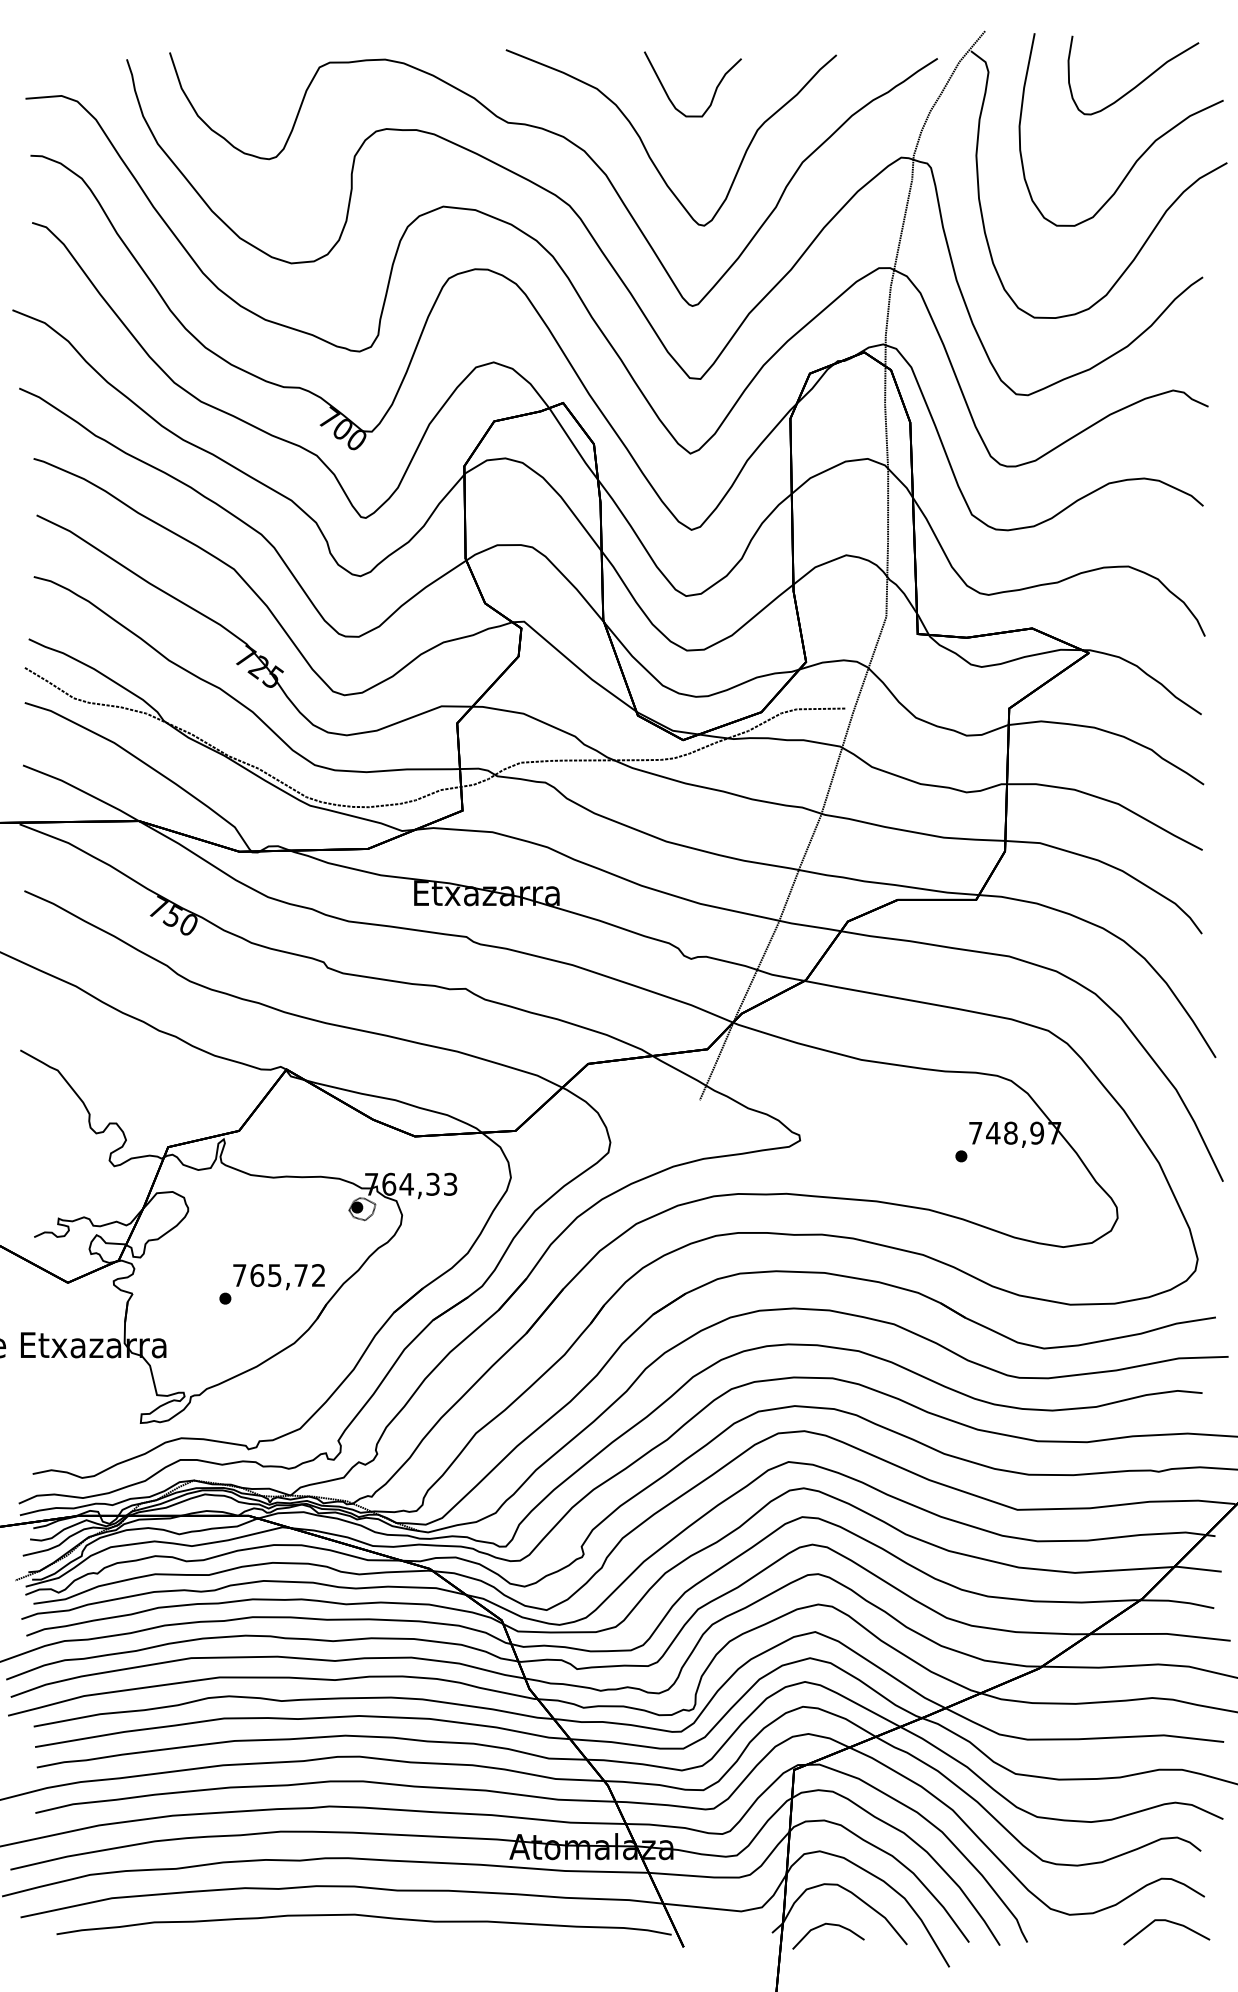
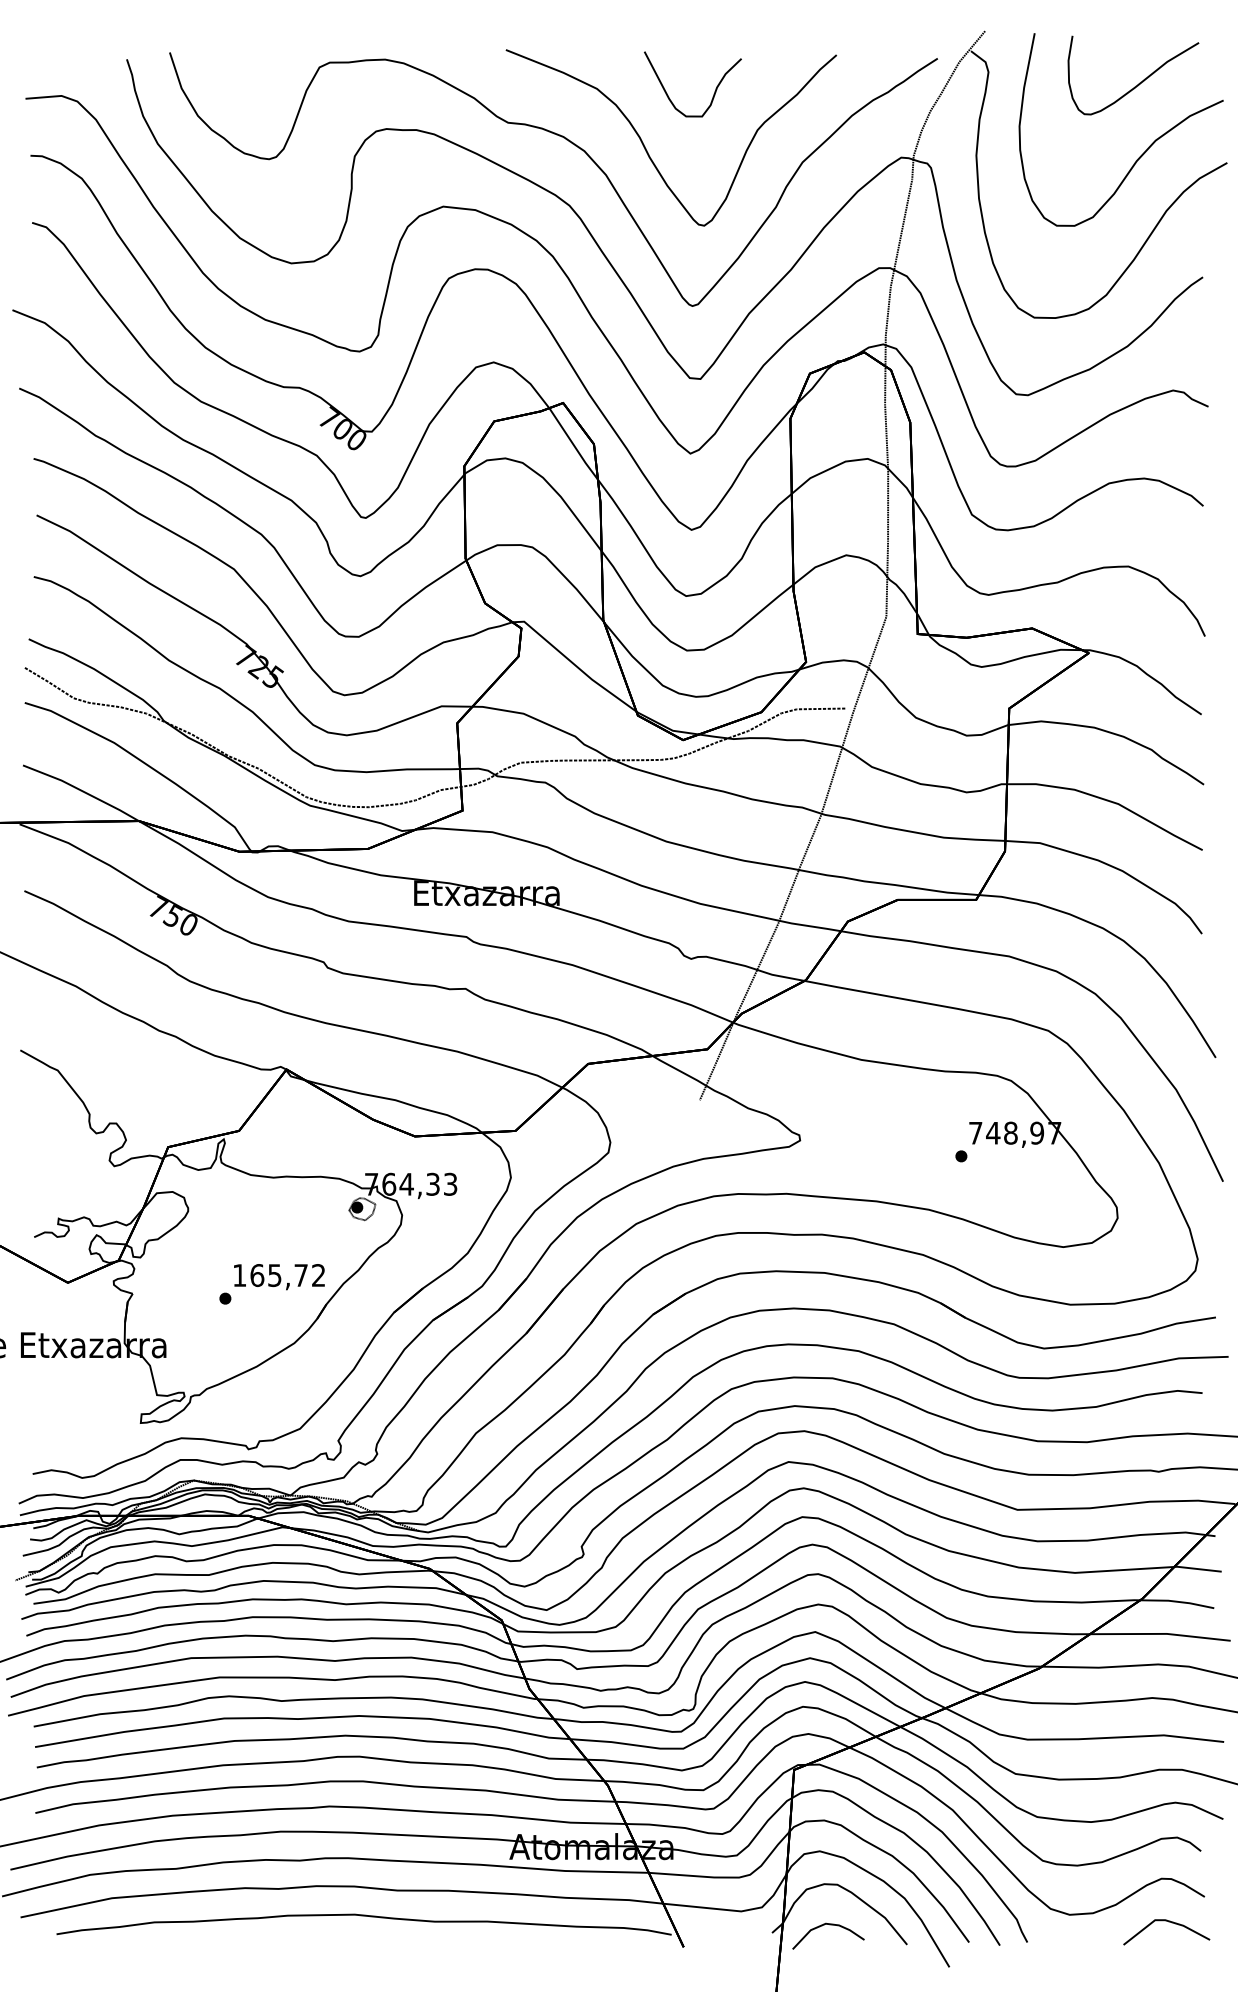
text at (239, 1275): 765,72 -> 165,72
